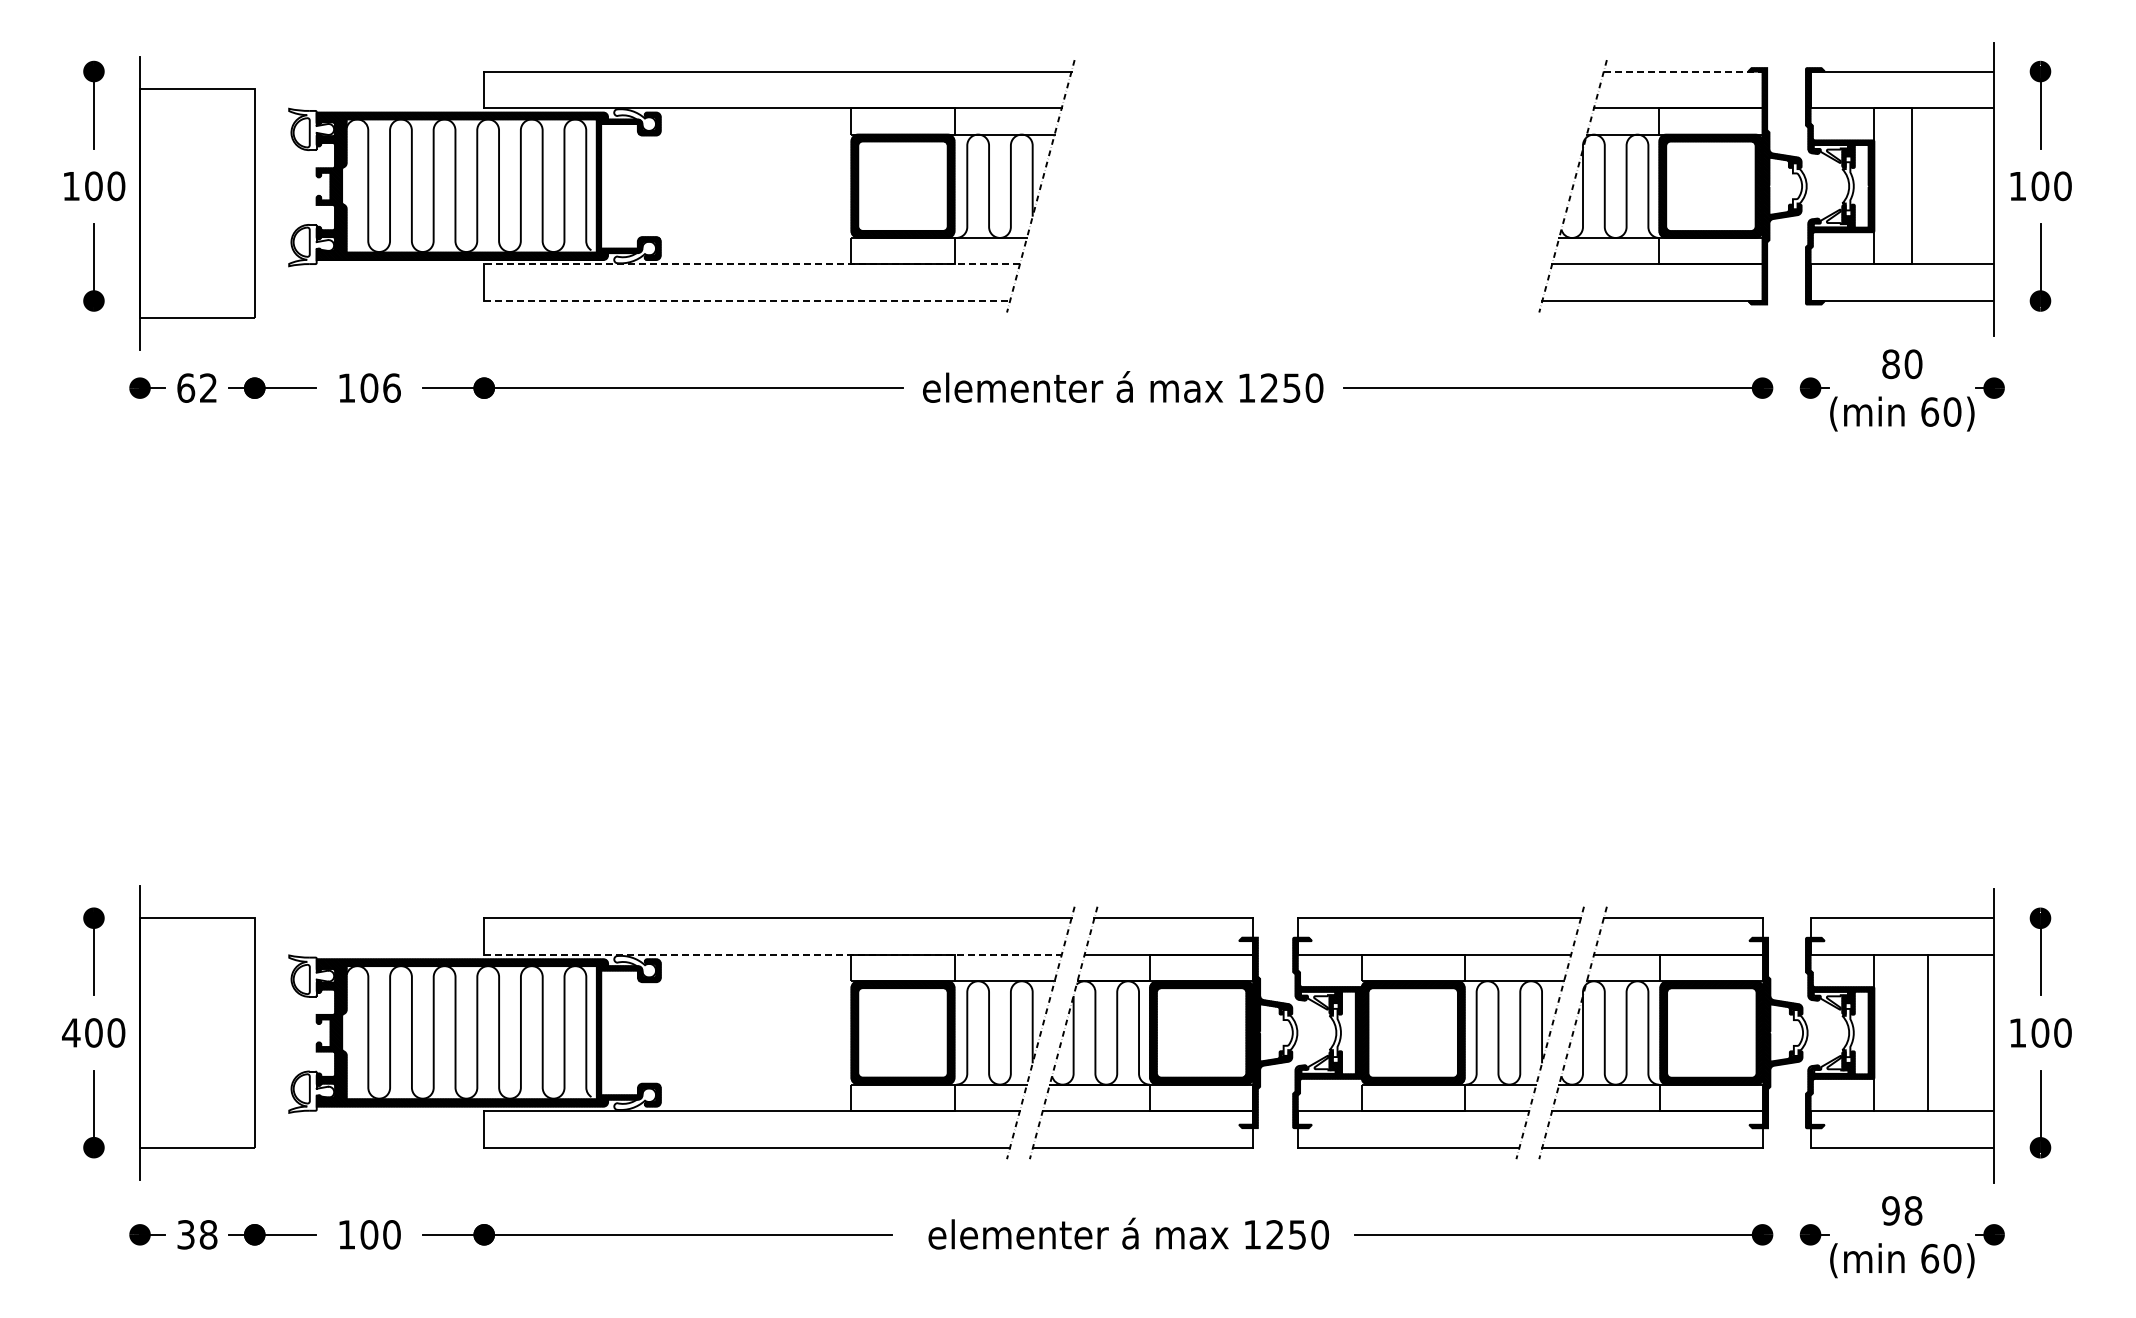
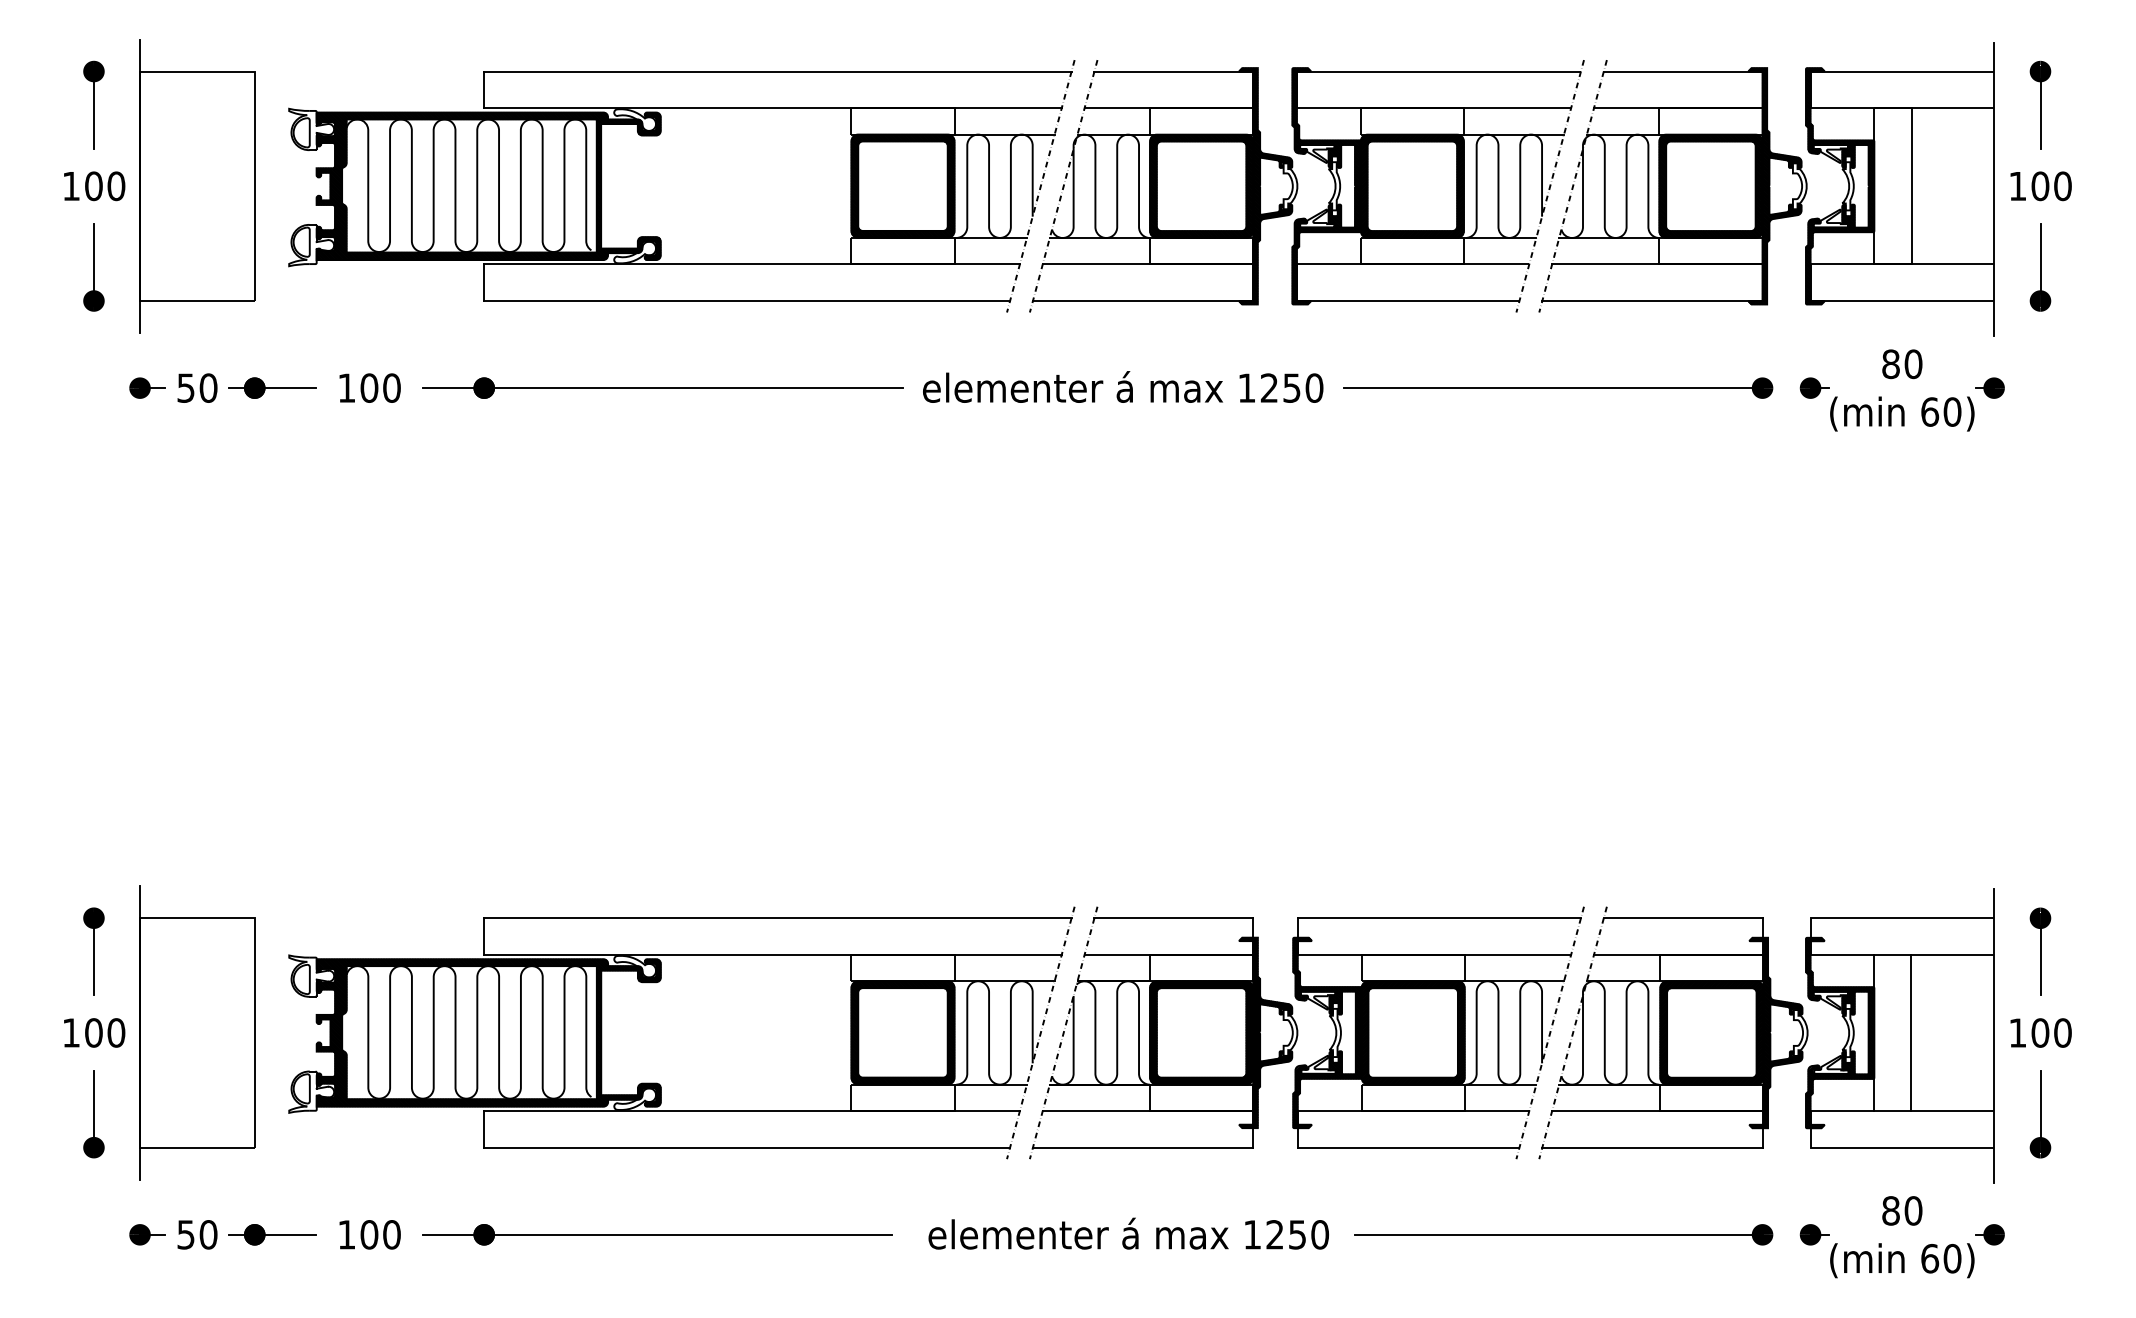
line at (1683, 71): dashed -> solid
part at (1298, 186): none -> present
part at (197, 203) position: (197, 203) -> (197, 186)
line at (752, 264): dashed -> solid
line at (747, 301): dashed -> solid
text at (197, 387): 62 -> 50
text at (391, 387): 106 -> 100
line at (772, 954): dashed -> solid
text at (71, 1032): 400 -> 100
line at (1928, 1033) position: (1928, 1033) -> (1911, 1033)
text at (1902, 1210): 98 -> 80
text at (197, 1234): 38 -> 50
